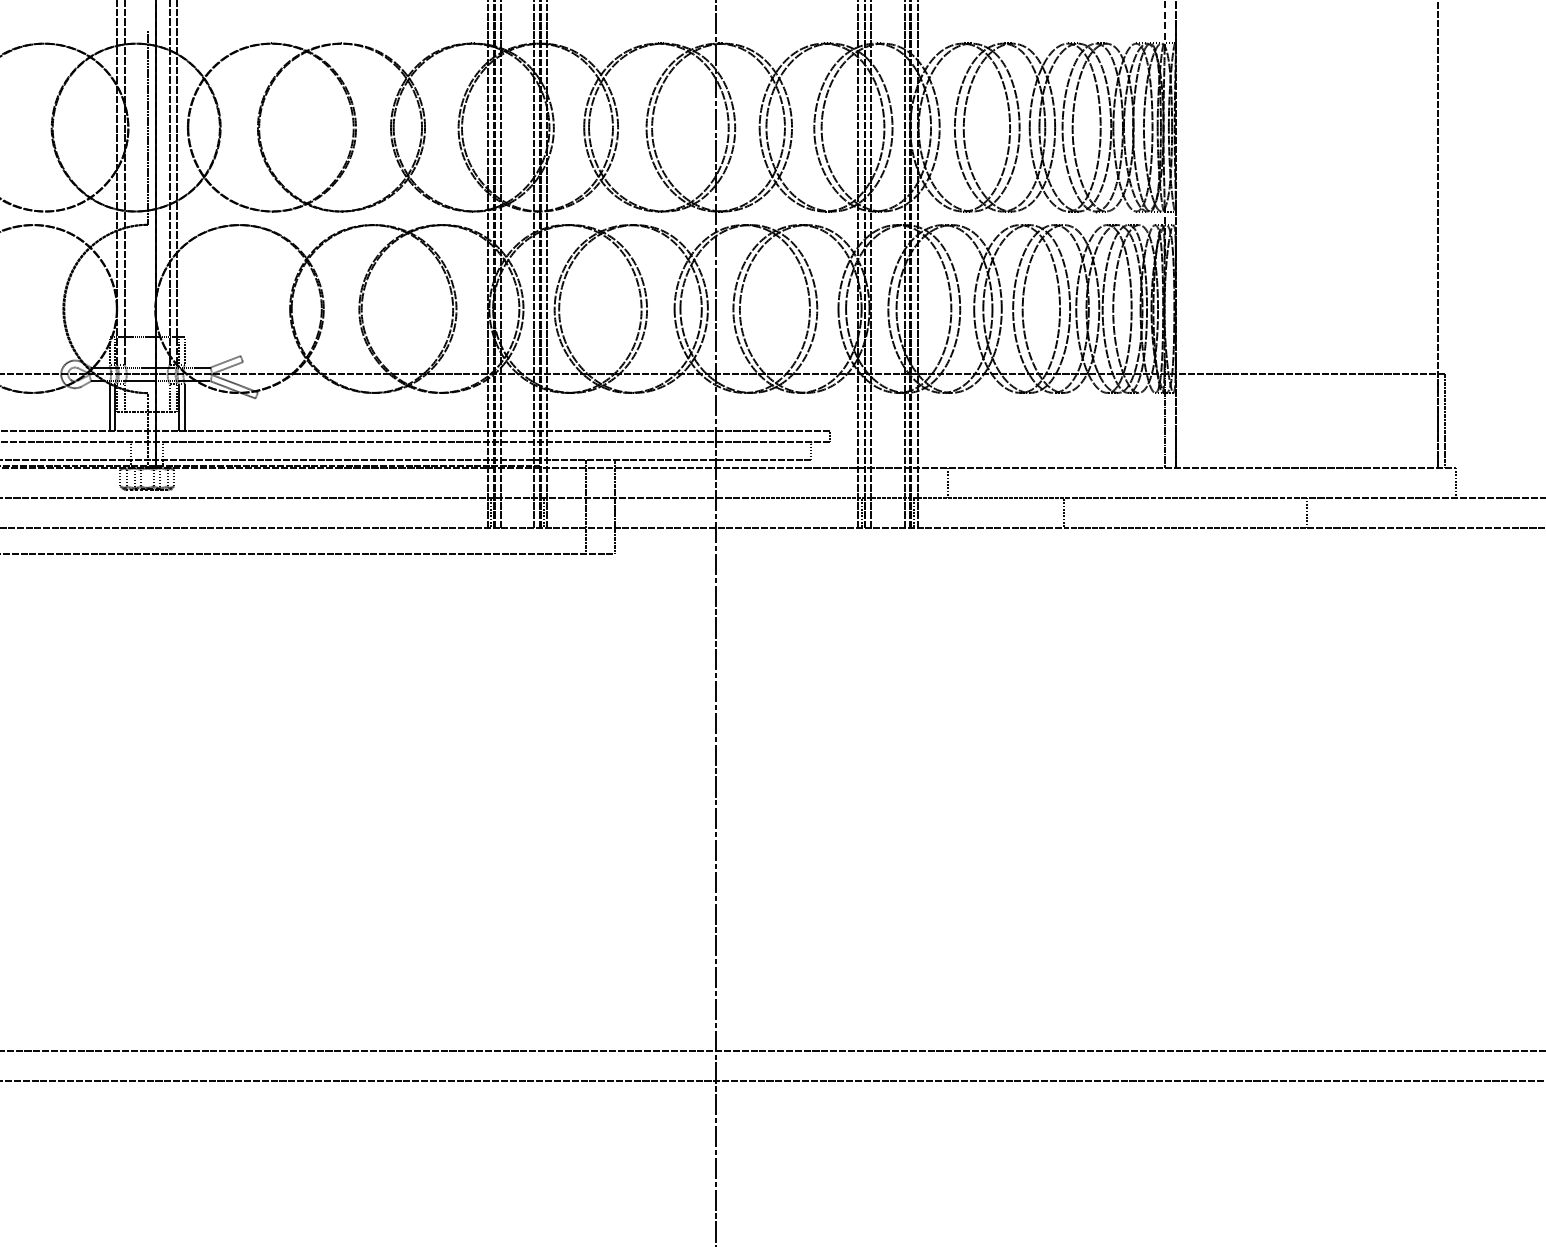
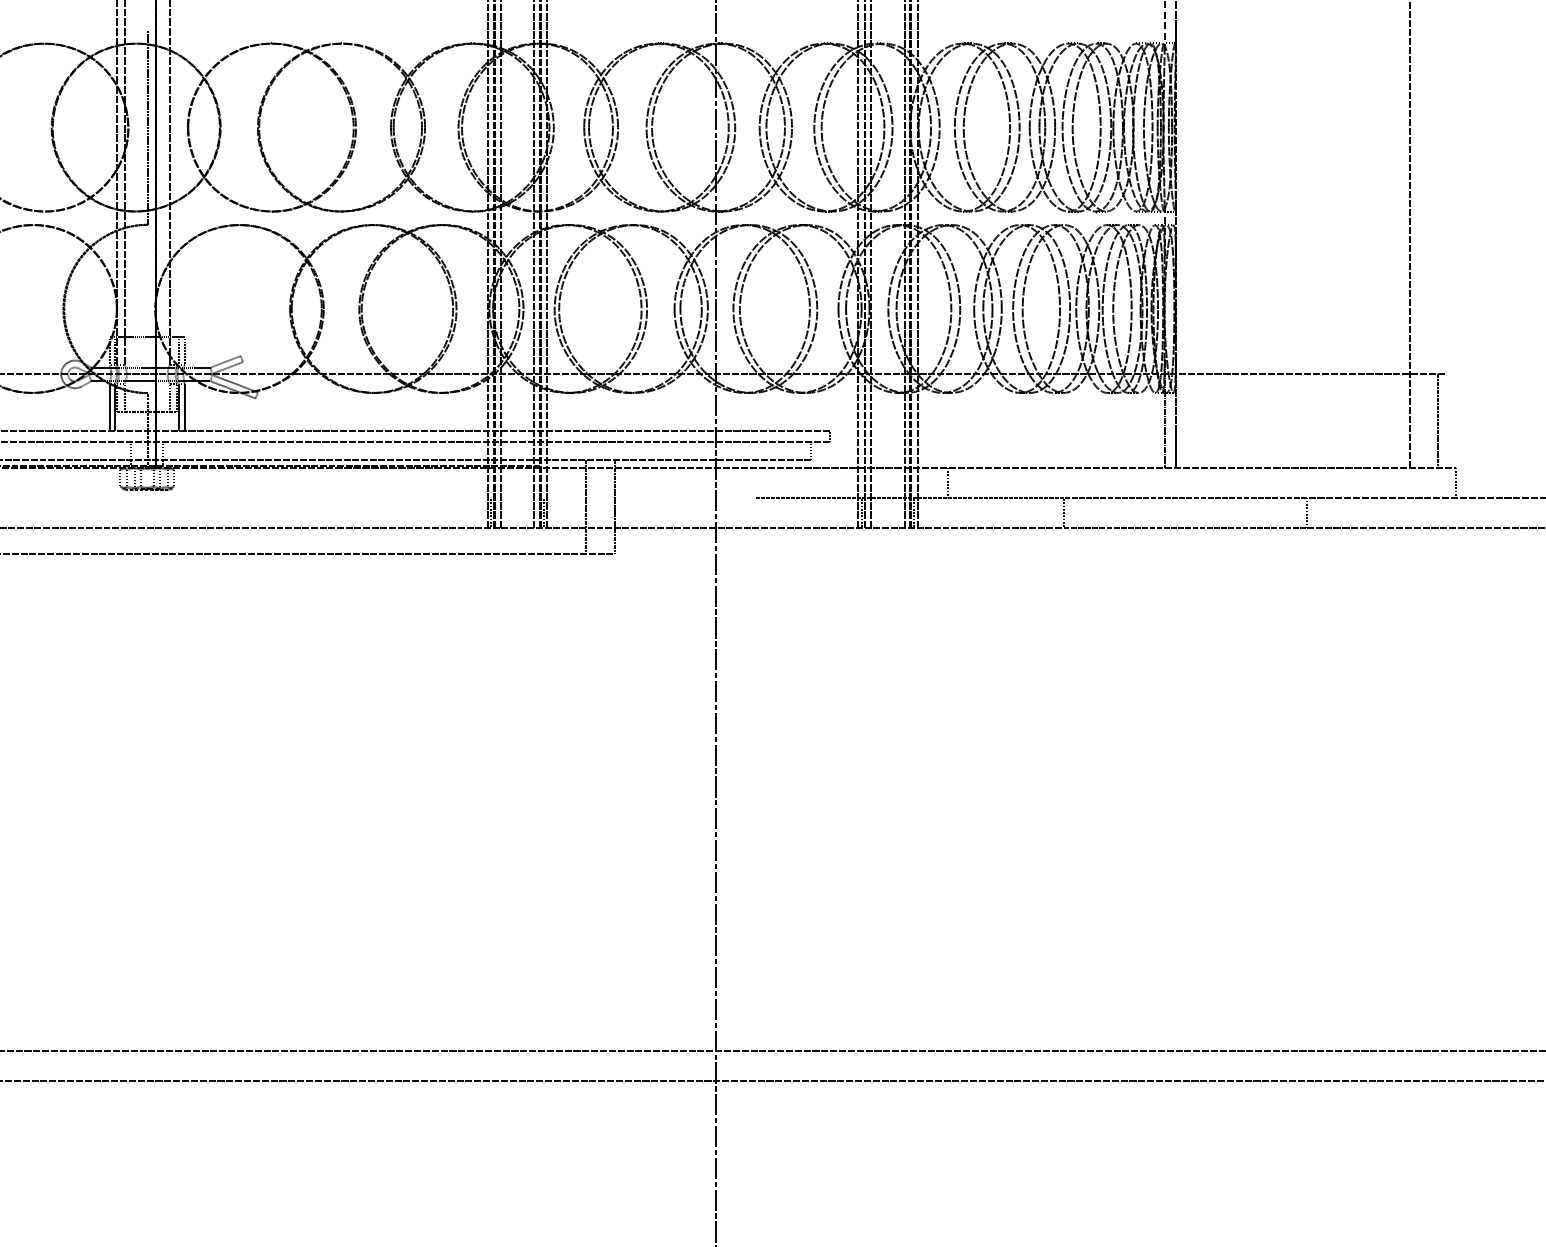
line at (177, 183): present -> none
line at (1437, 234) position: (1437, 234) -> (1409, 234)
line at (1445, 420): present -> none
line at (378, 497): present -> none
